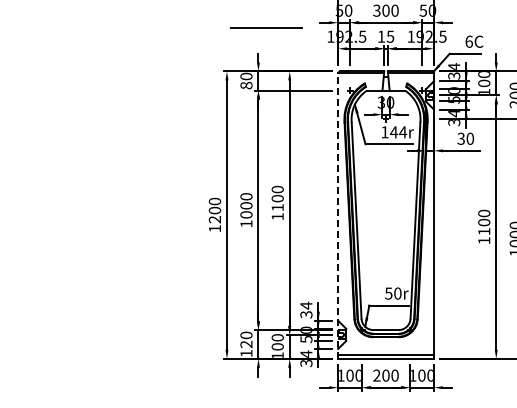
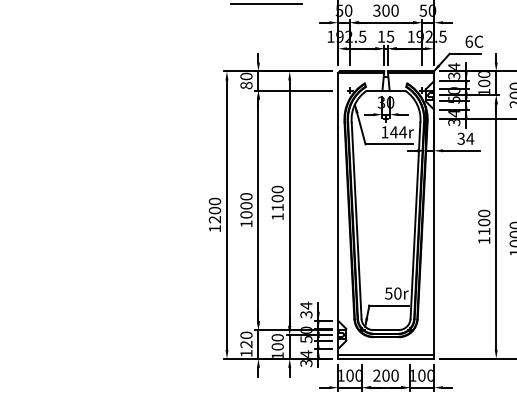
line at (266, 27) position: (266, 27) -> (266, 3)
text at (470, 138): 30 -> 34
line at (338, 215): dashed -> solid
